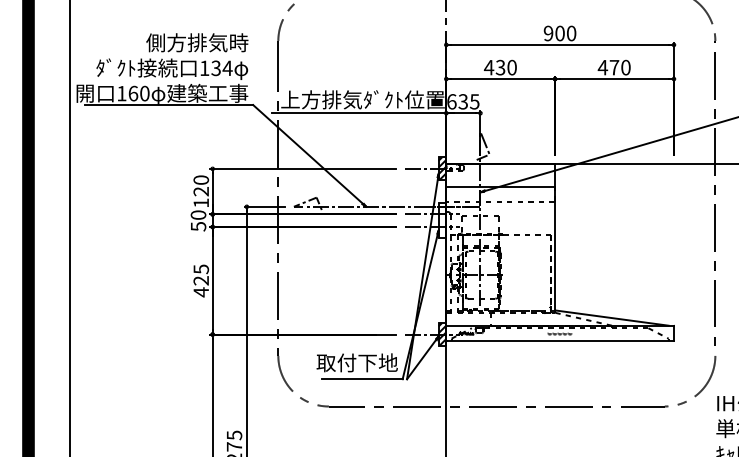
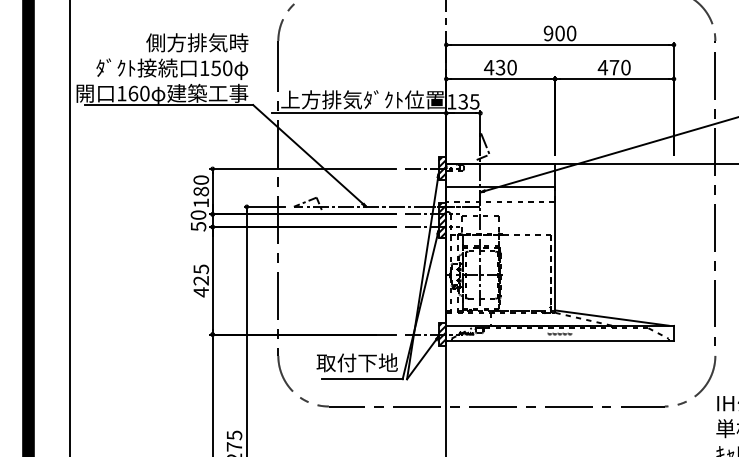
text at (221, 68): 134 -> 150
text at (451, 101): 635 -> 135
text at (201, 191): 120 -> 180
hatch at (442, 220): none -> present
